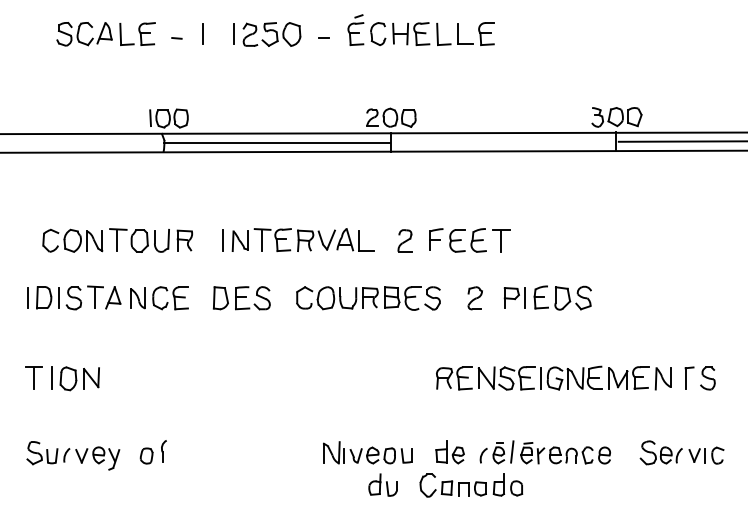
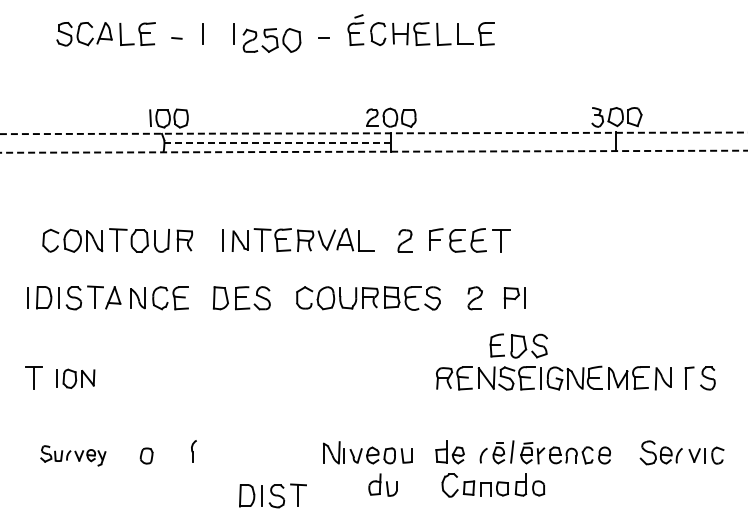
part at (271, 34) position: (271, 34) -> (271, 40)
line at (373, 133): solid -> dashed
line at (681, 141): present -> none
line at (277, 142): solid -> dashed
line at (373, 151): solid -> dashed
part at (562, 297) position: (562, 297) -> (518, 345)
part at (75, 378) size: 49x26 px -> 40x21 px
part at (163, 451) position: (163, 451) -> (193, 451)
part at (73, 455) size: 95x30 px -> 67x22 px
part at (471, 485) position: (471, 485) -> (493, 485)
part at (272, 495): none -> present
